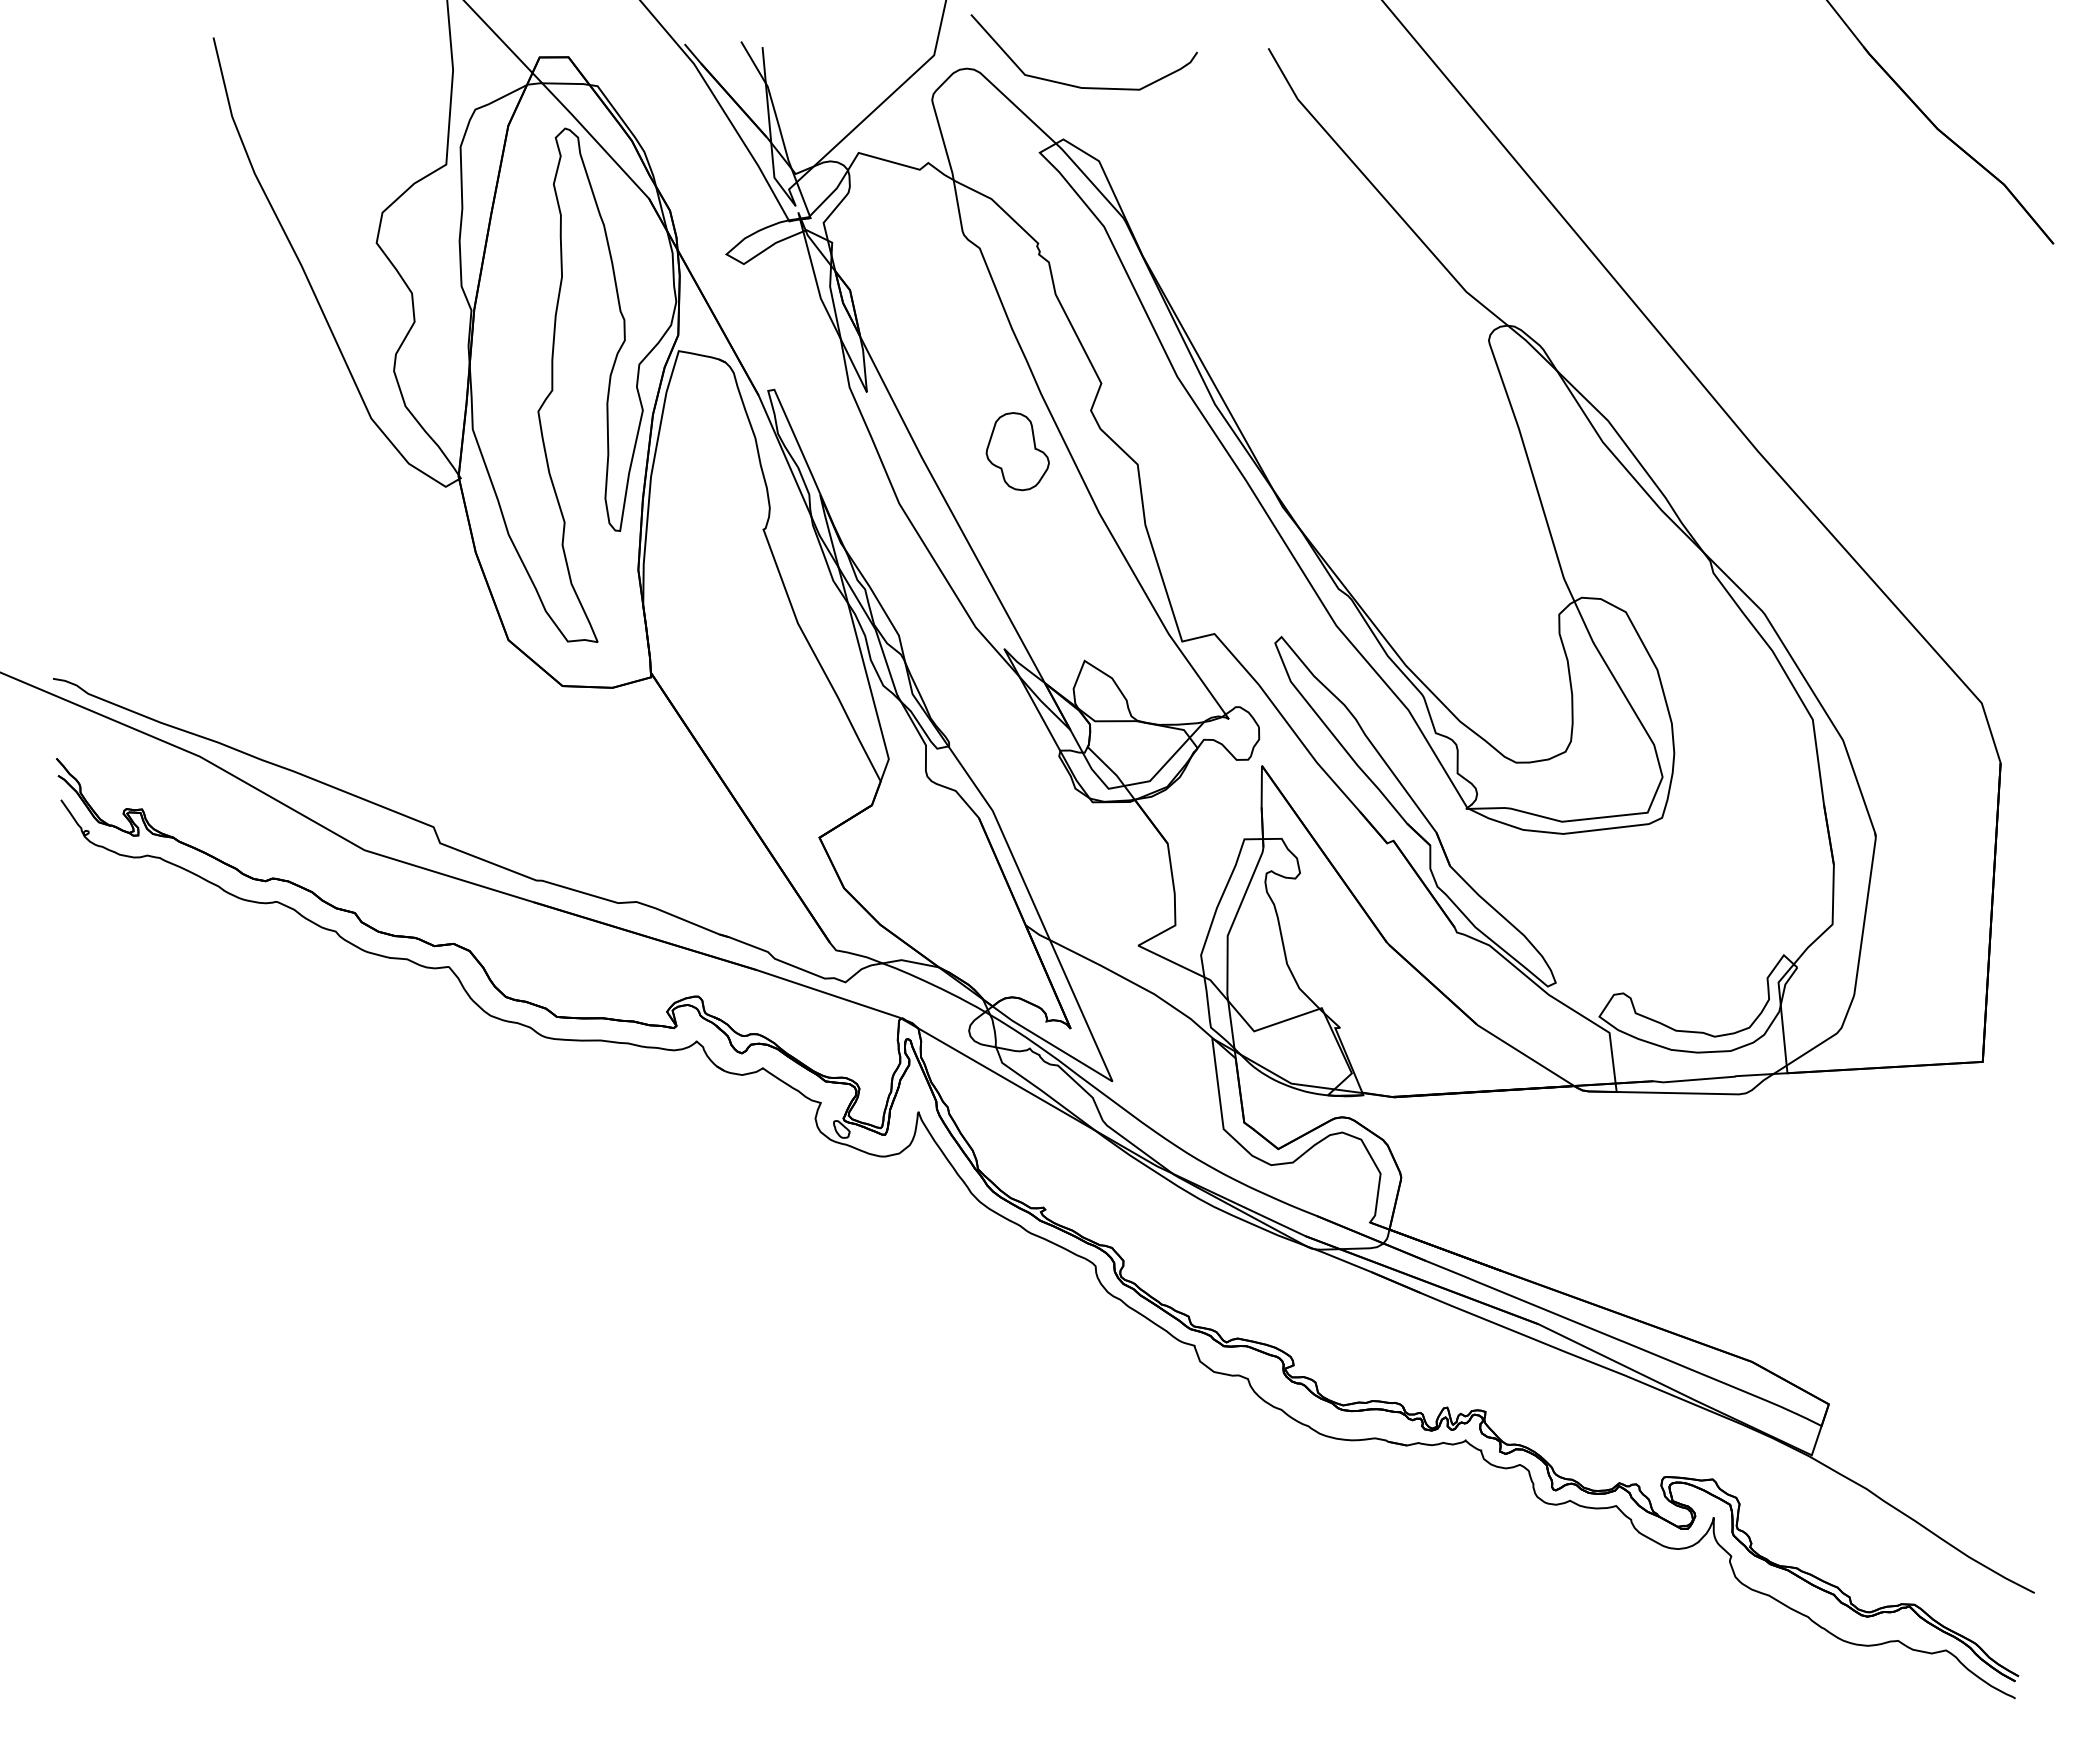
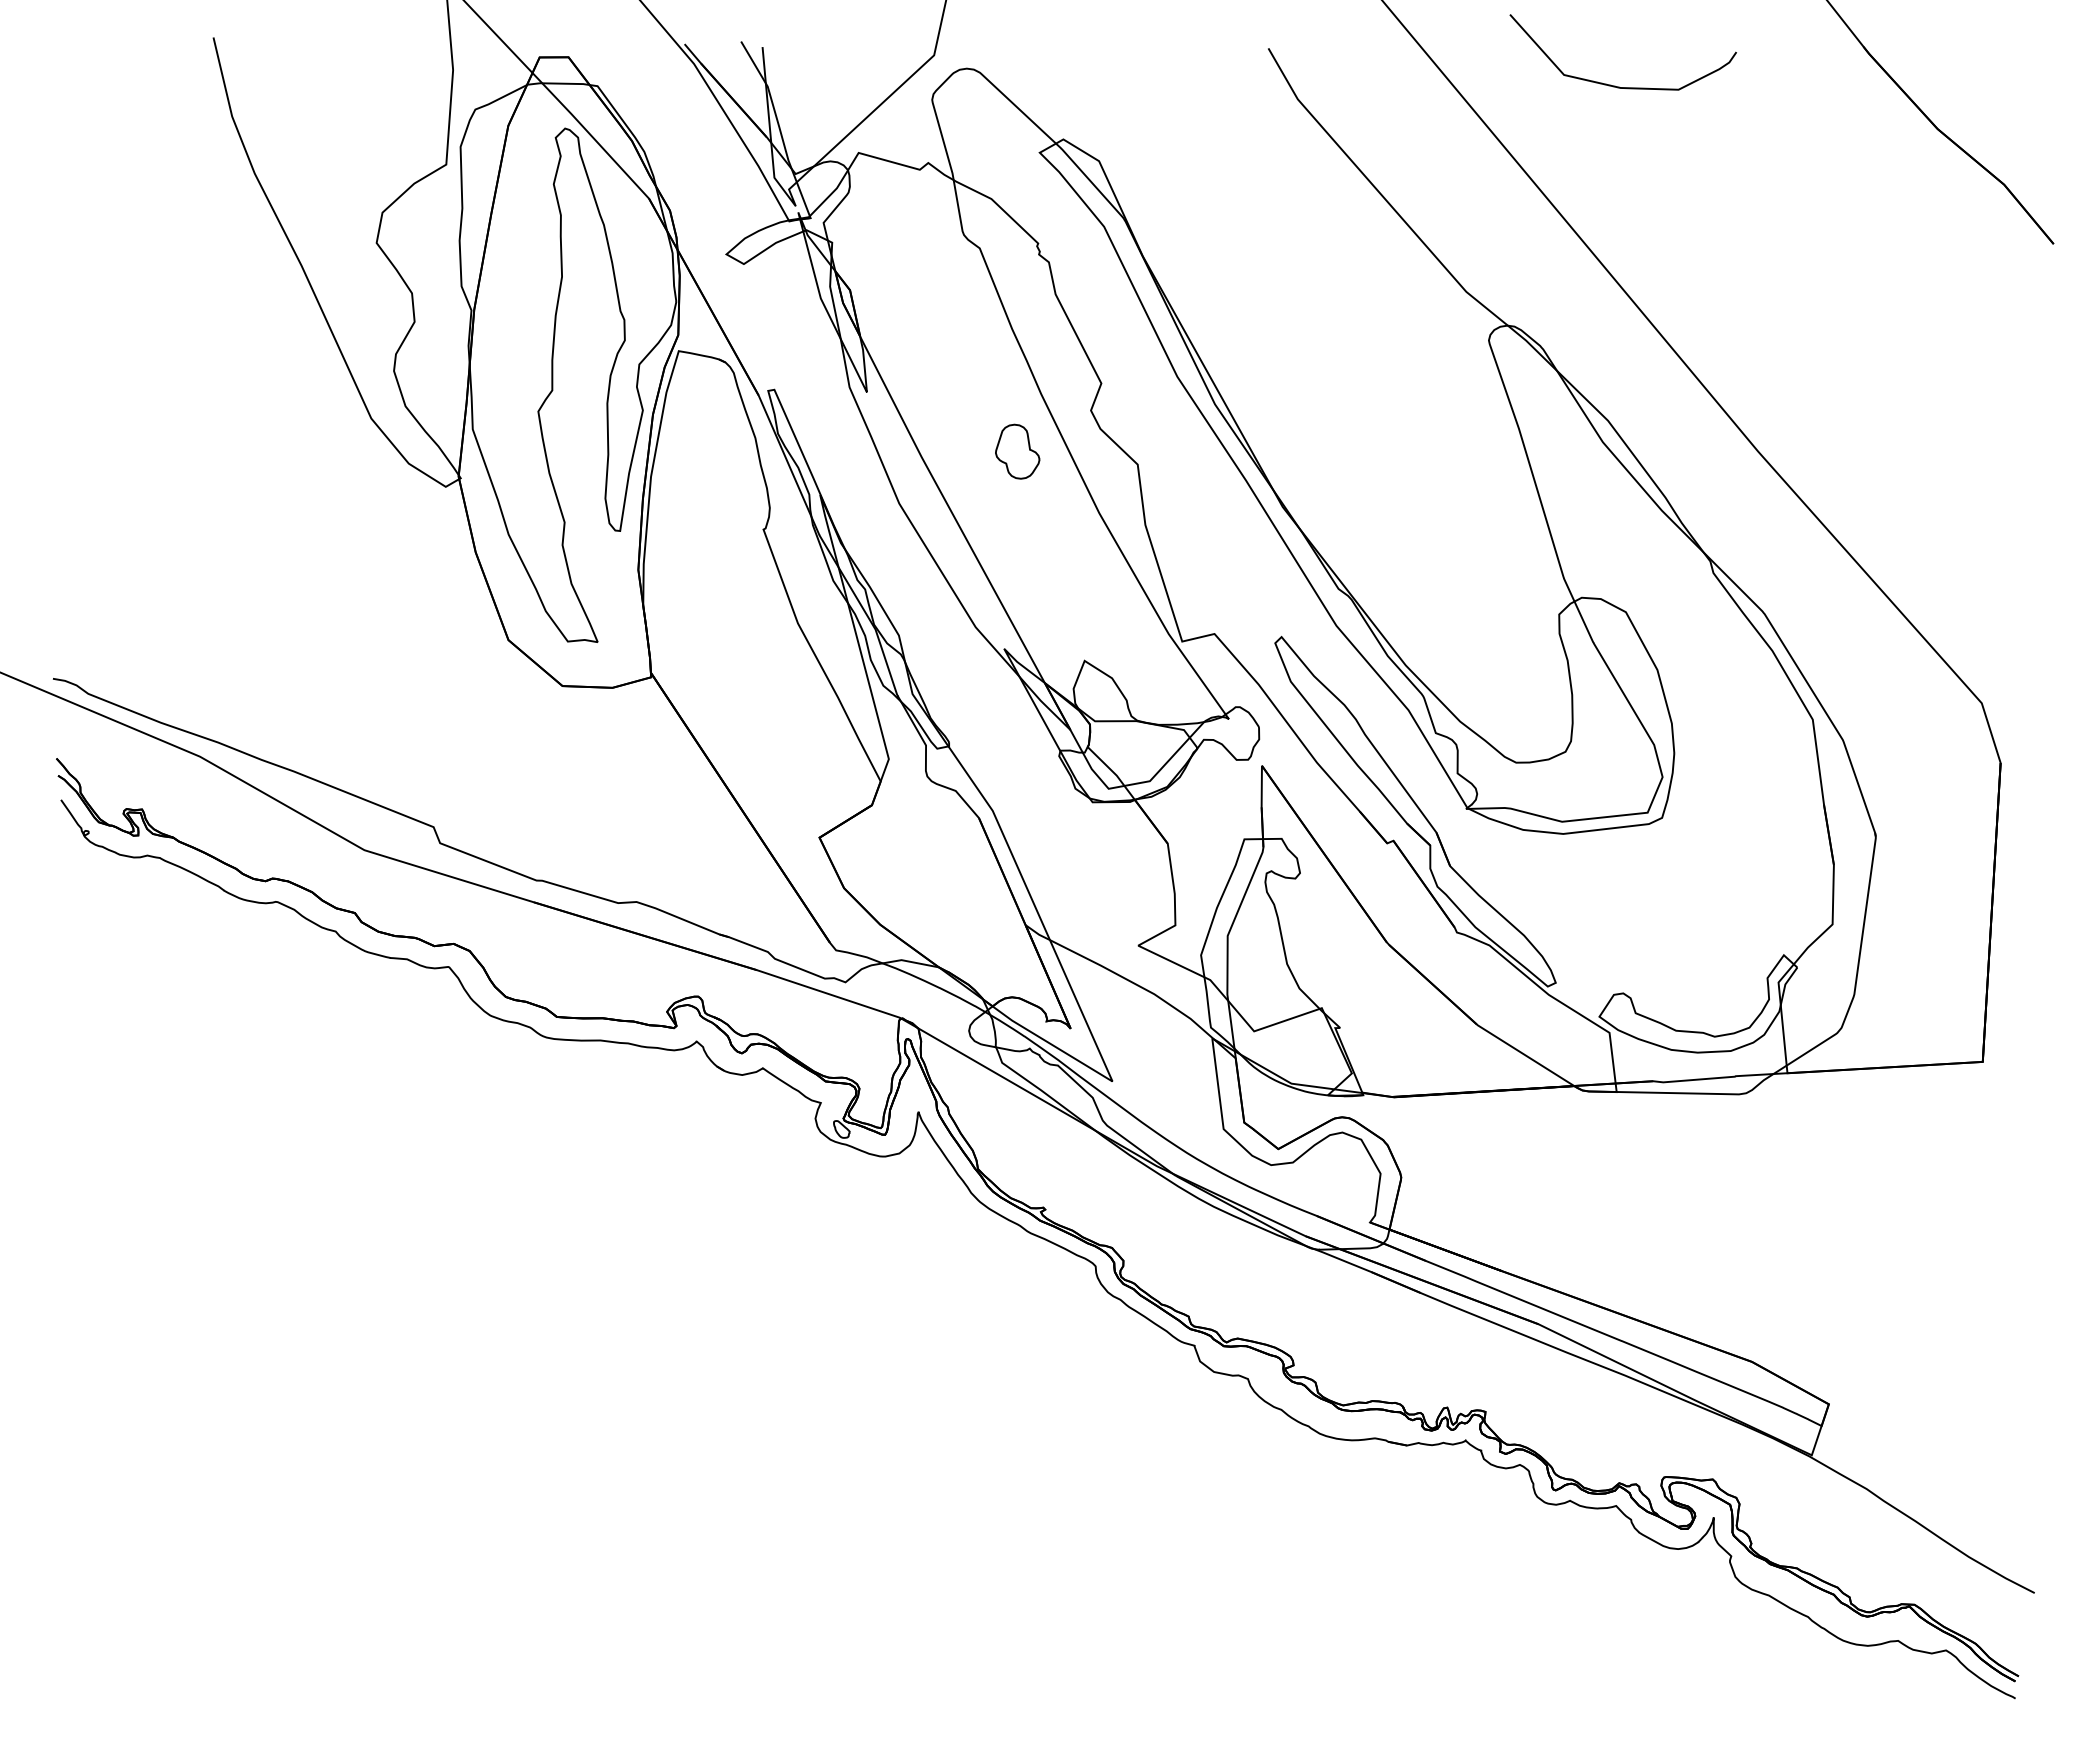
curve at (1076, 85) position: (1076, 85) -> (1615, 85)
part at (1017, 451) size: 65x80 px -> 46x57 px
